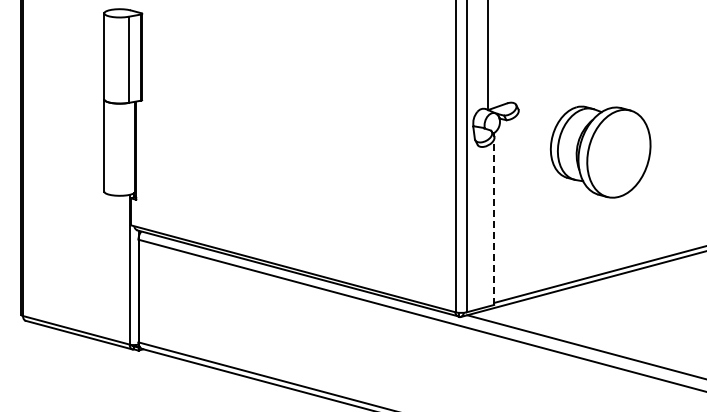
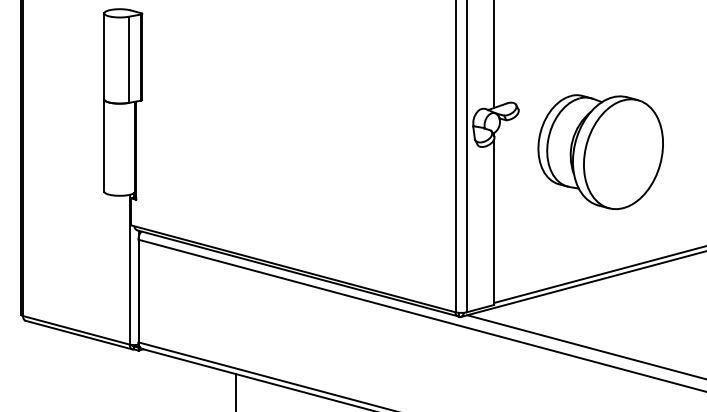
line at (488, 54) position: (488, 54) -> (494, 54)
part at (600, 151) size: 103x94 px -> 127x116 px
line at (494, 222): dashed -> solid
line at (236, 391): none -> present
